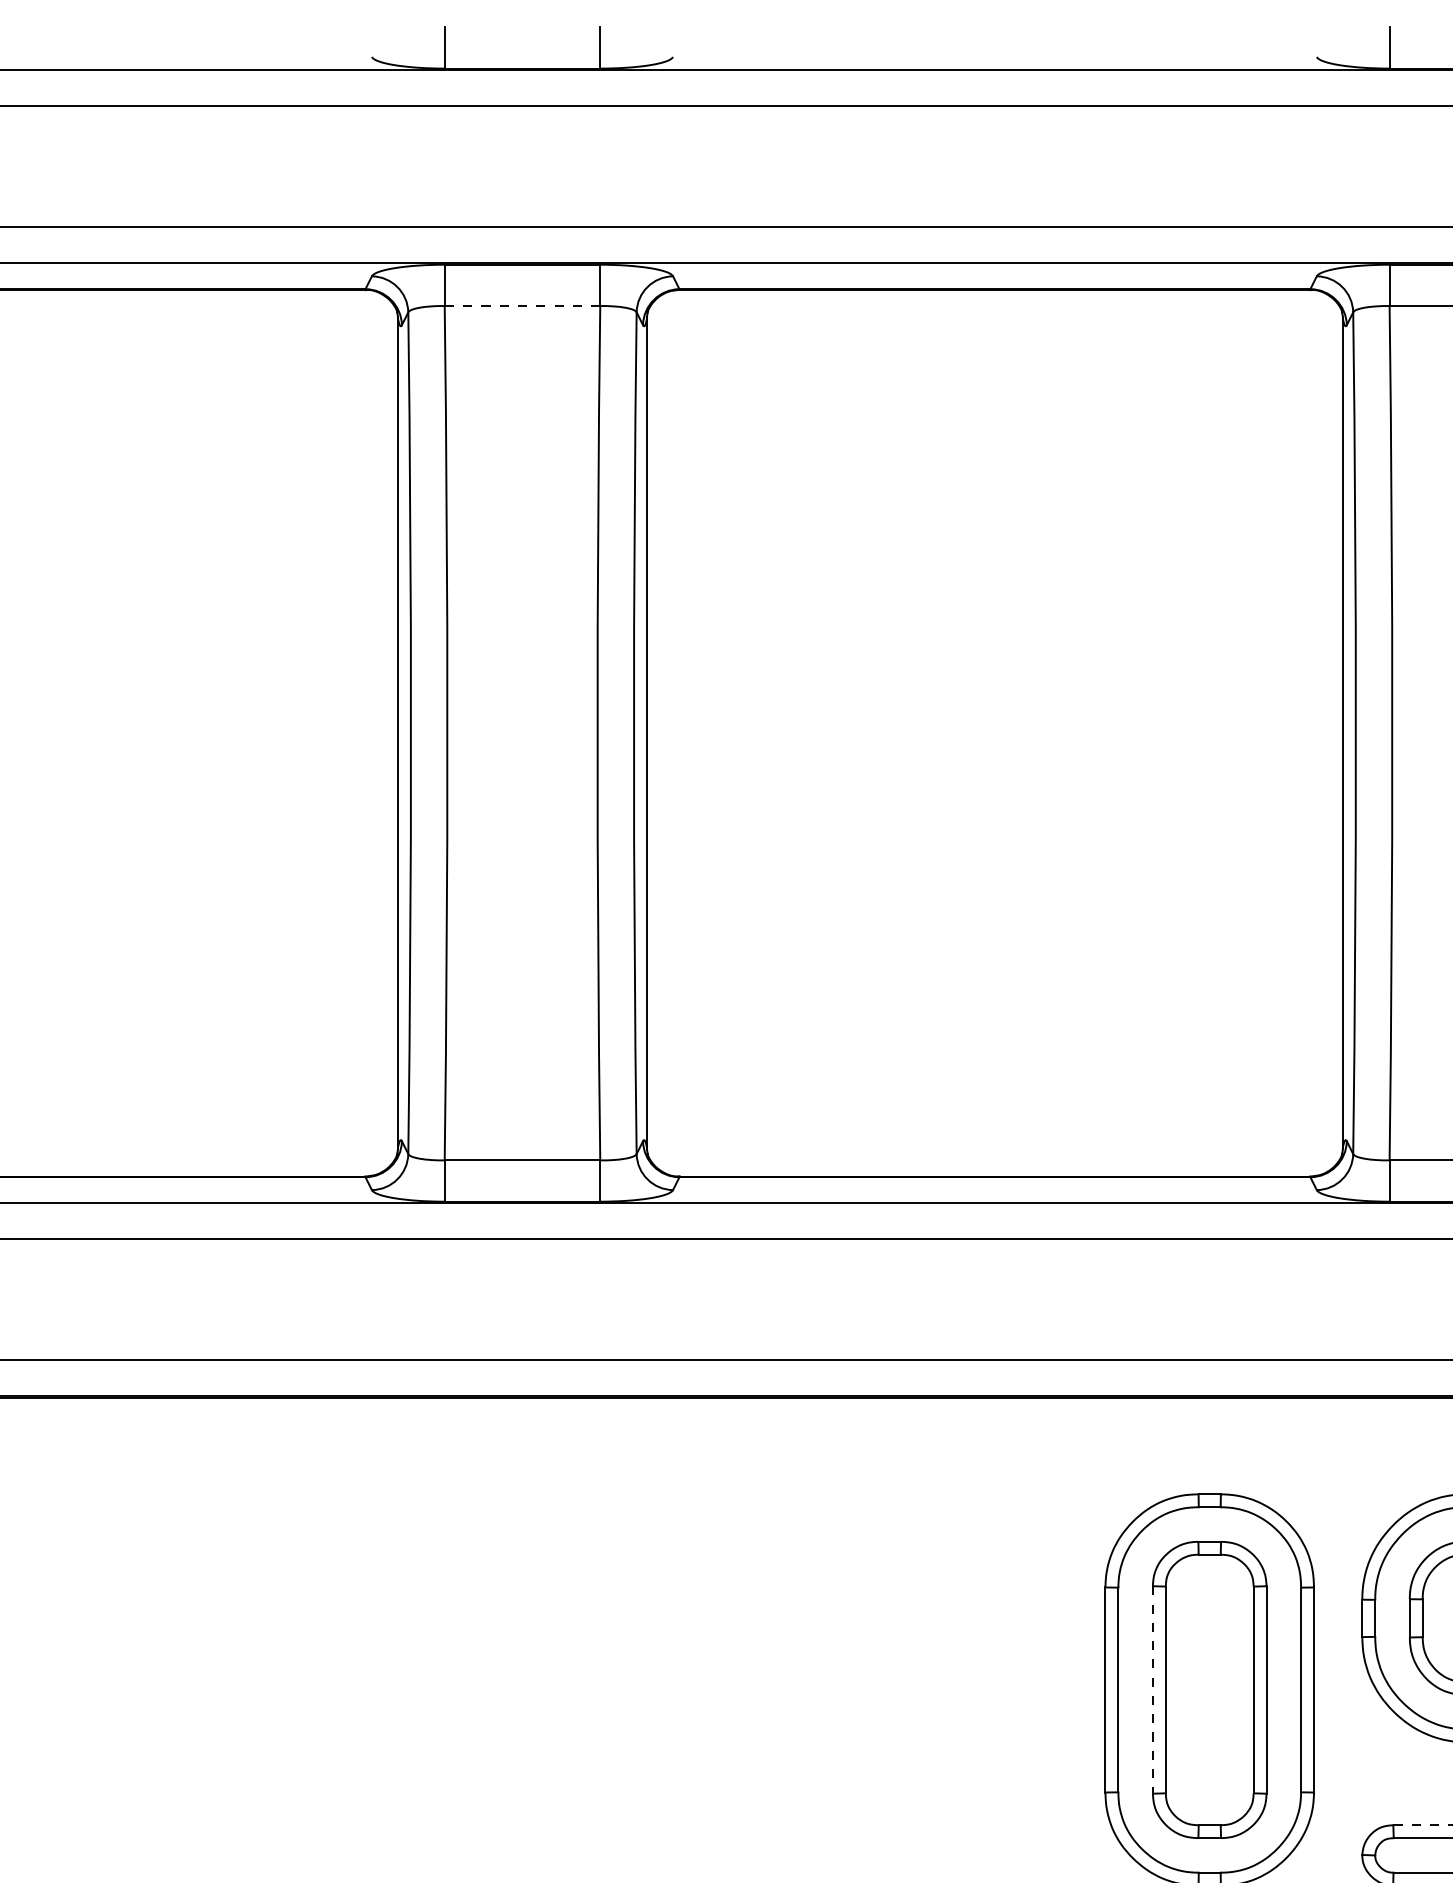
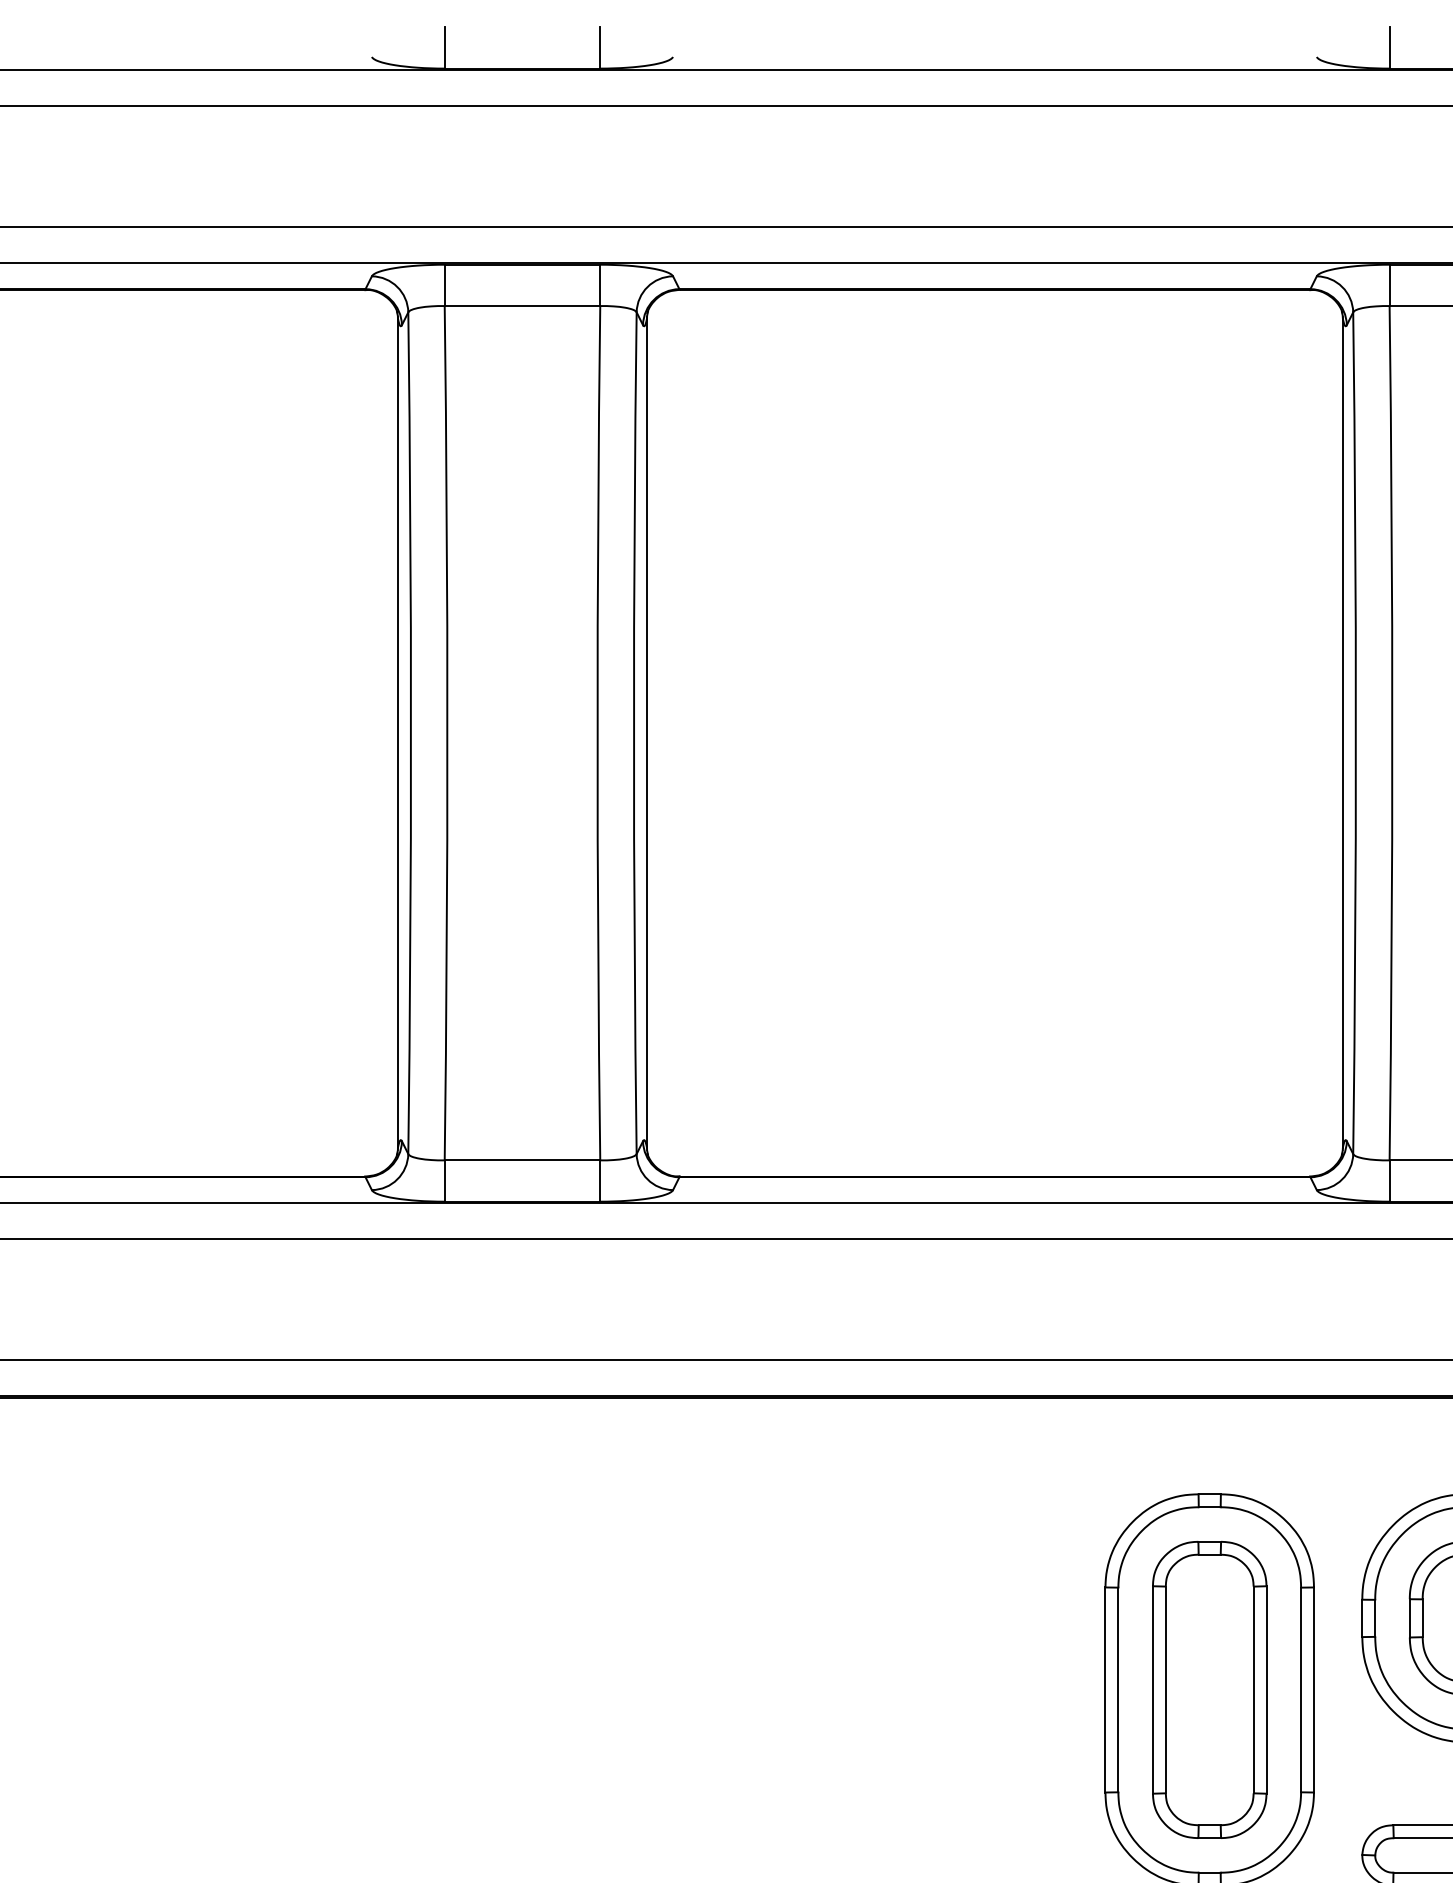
line at (522, 306): dashed -> solid
line at (1152, 1689): dashed -> solid
line at (1423, 1825): dashed -> solid
